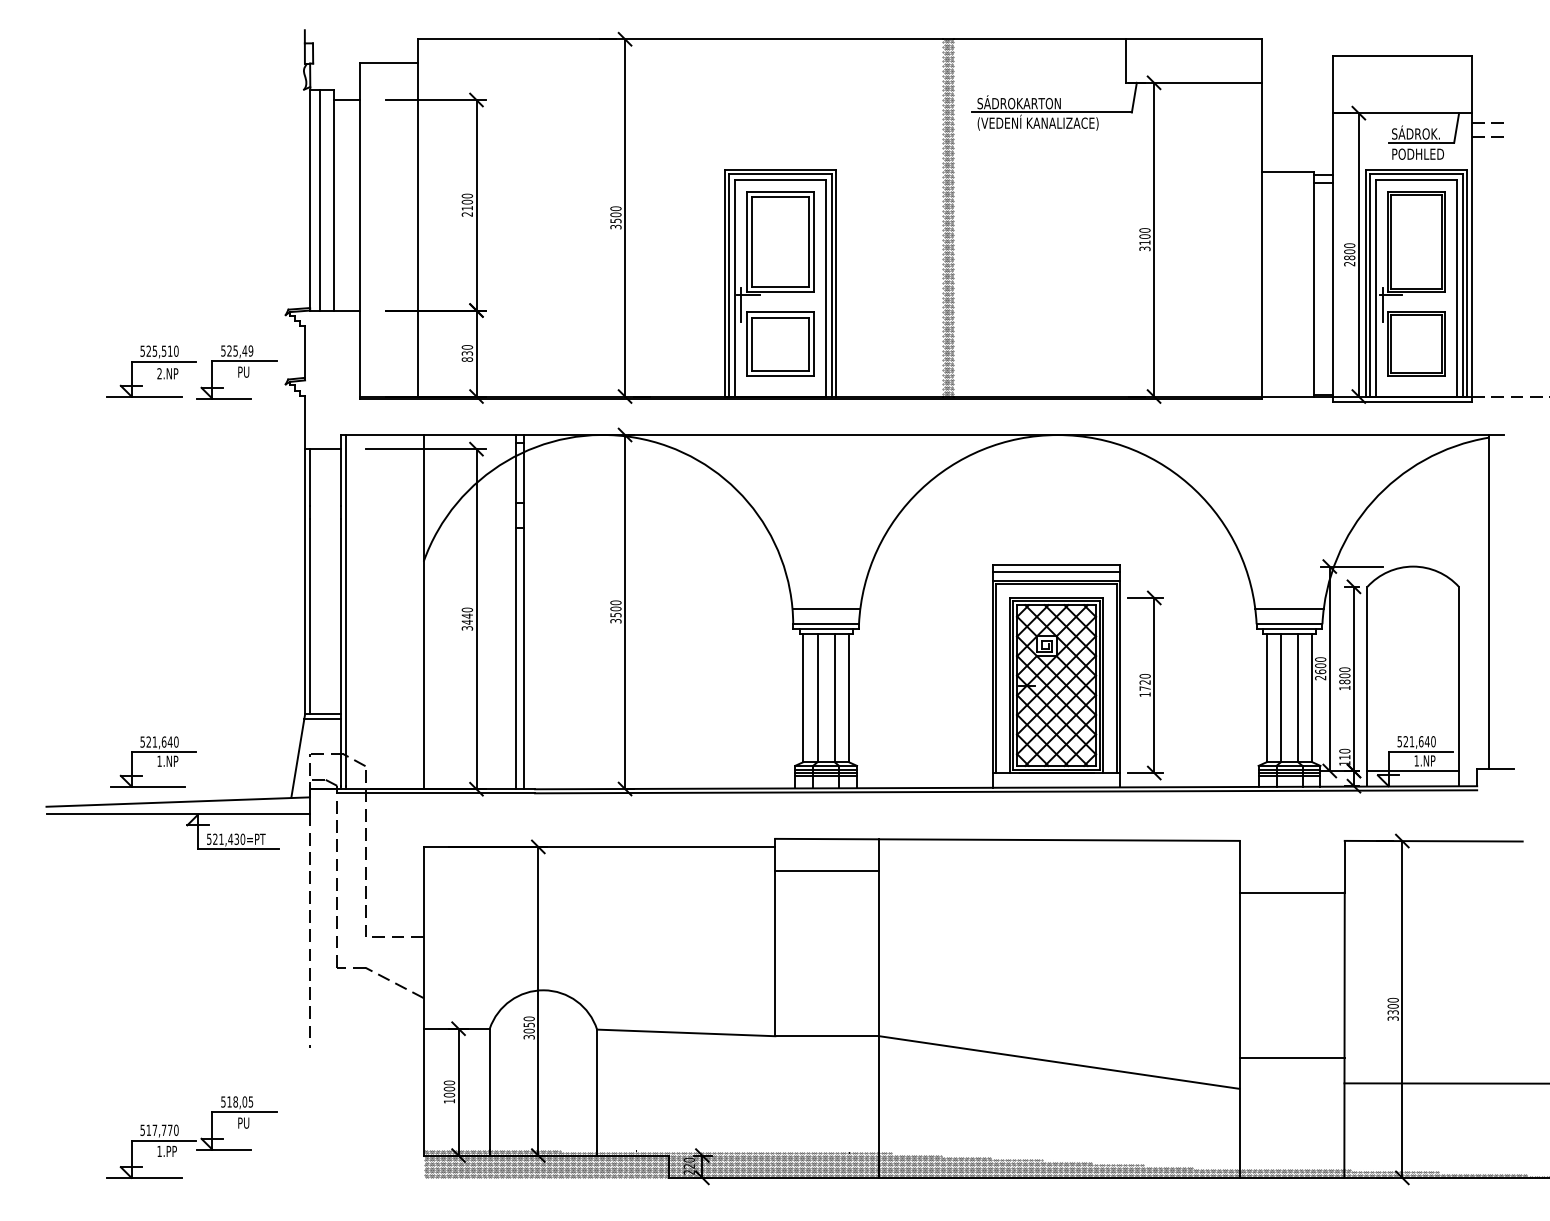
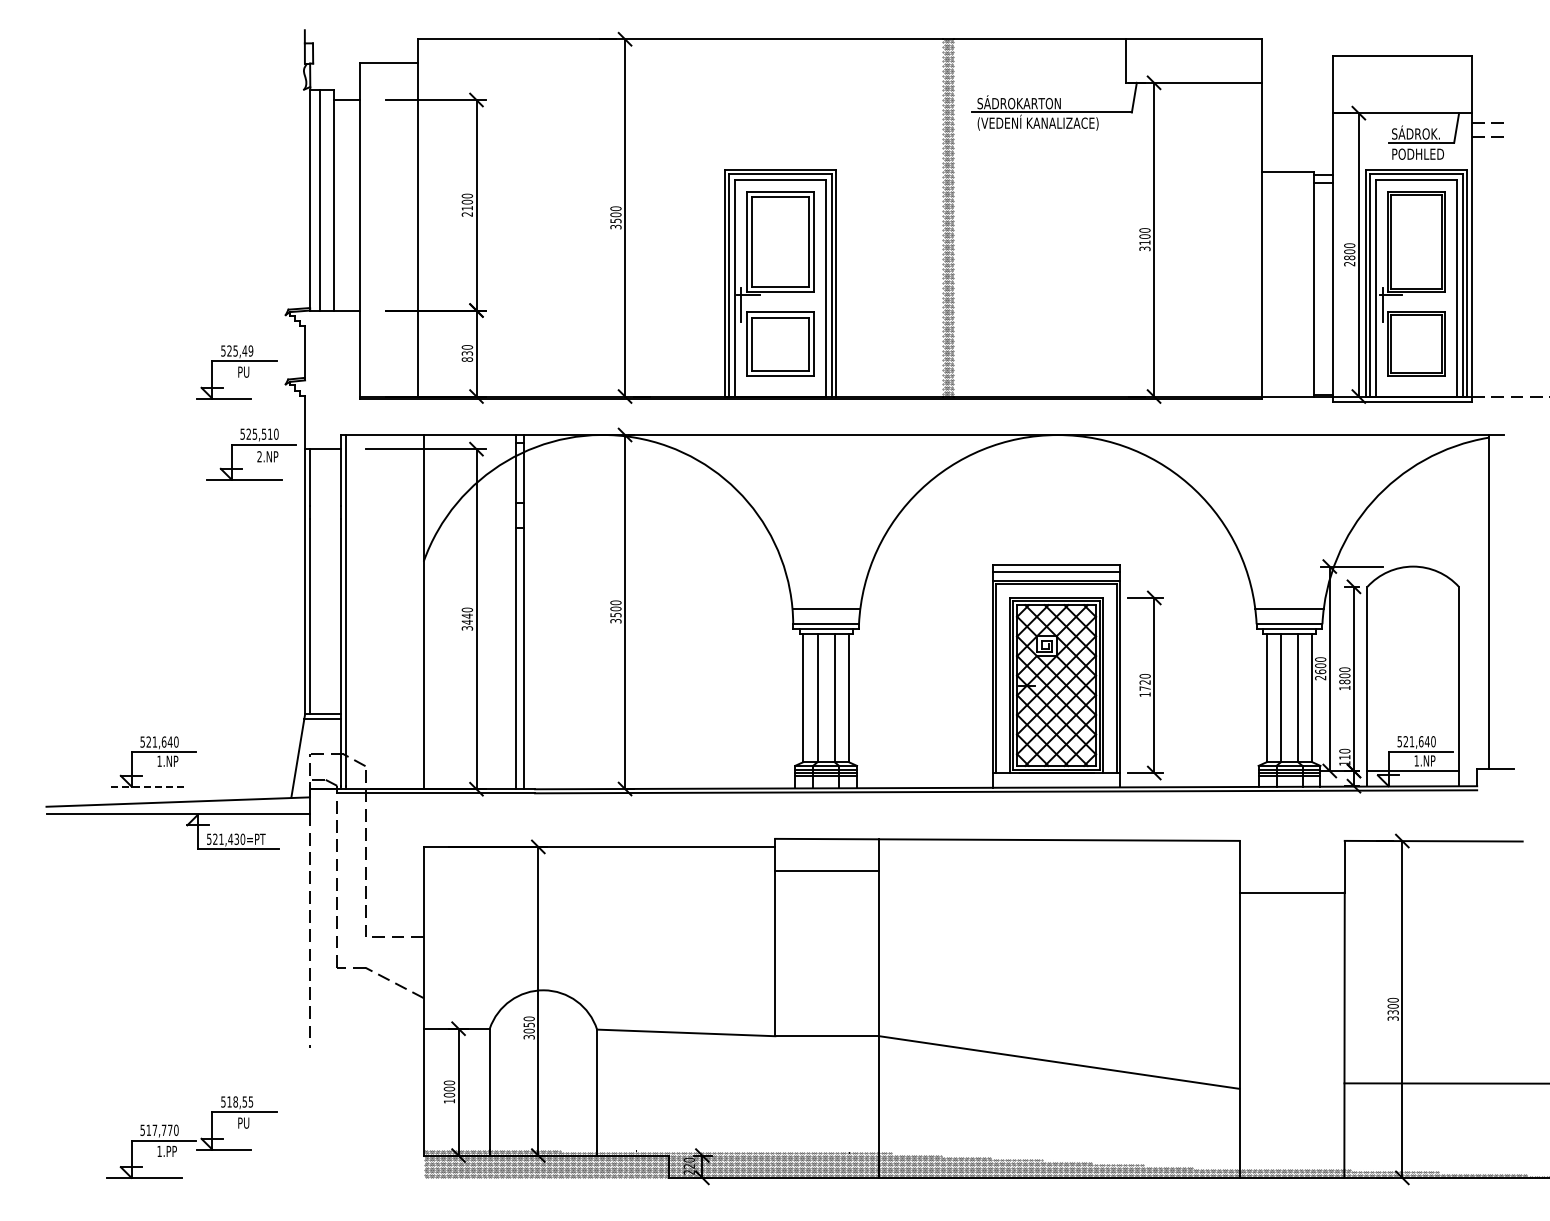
part at (157, 369) position: (157, 369) -> (257, 452)
line at (148, 786): solid -> dashed
line at (1291, 1058): present -> none
text at (244, 1101): 518,05 -> 518,55
